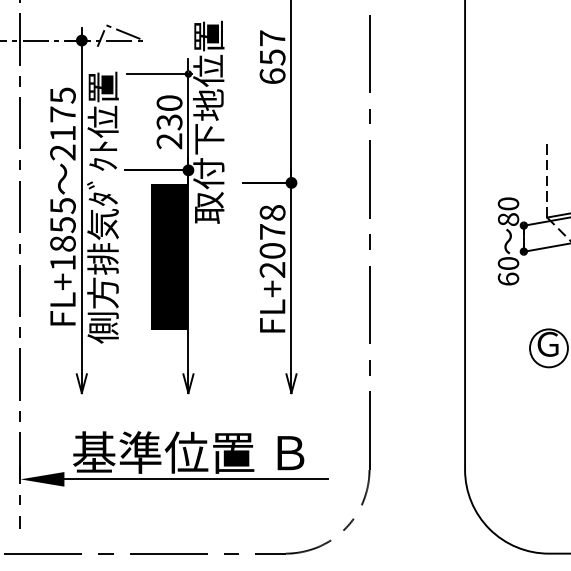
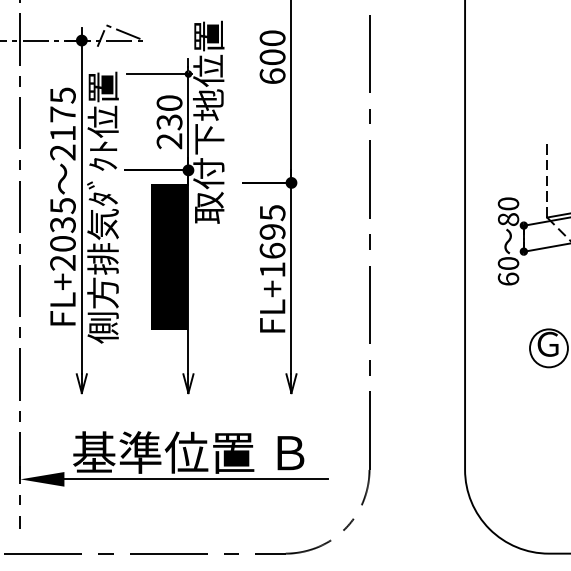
text at (272, 47): 657 -> 600
text at (272, 241): FL+2078 -> FL+1695
text at (62, 243): FL+1855 -> FL+2035
